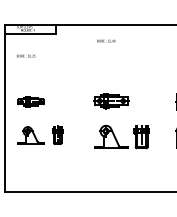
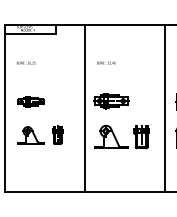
text at (106, 40) position: (106, 40) -> (106, 62)
text at (26, 55) position: (26, 55) -> (26, 62)
line at (84, 108): none -> present
line at (165, 108): none -> present
